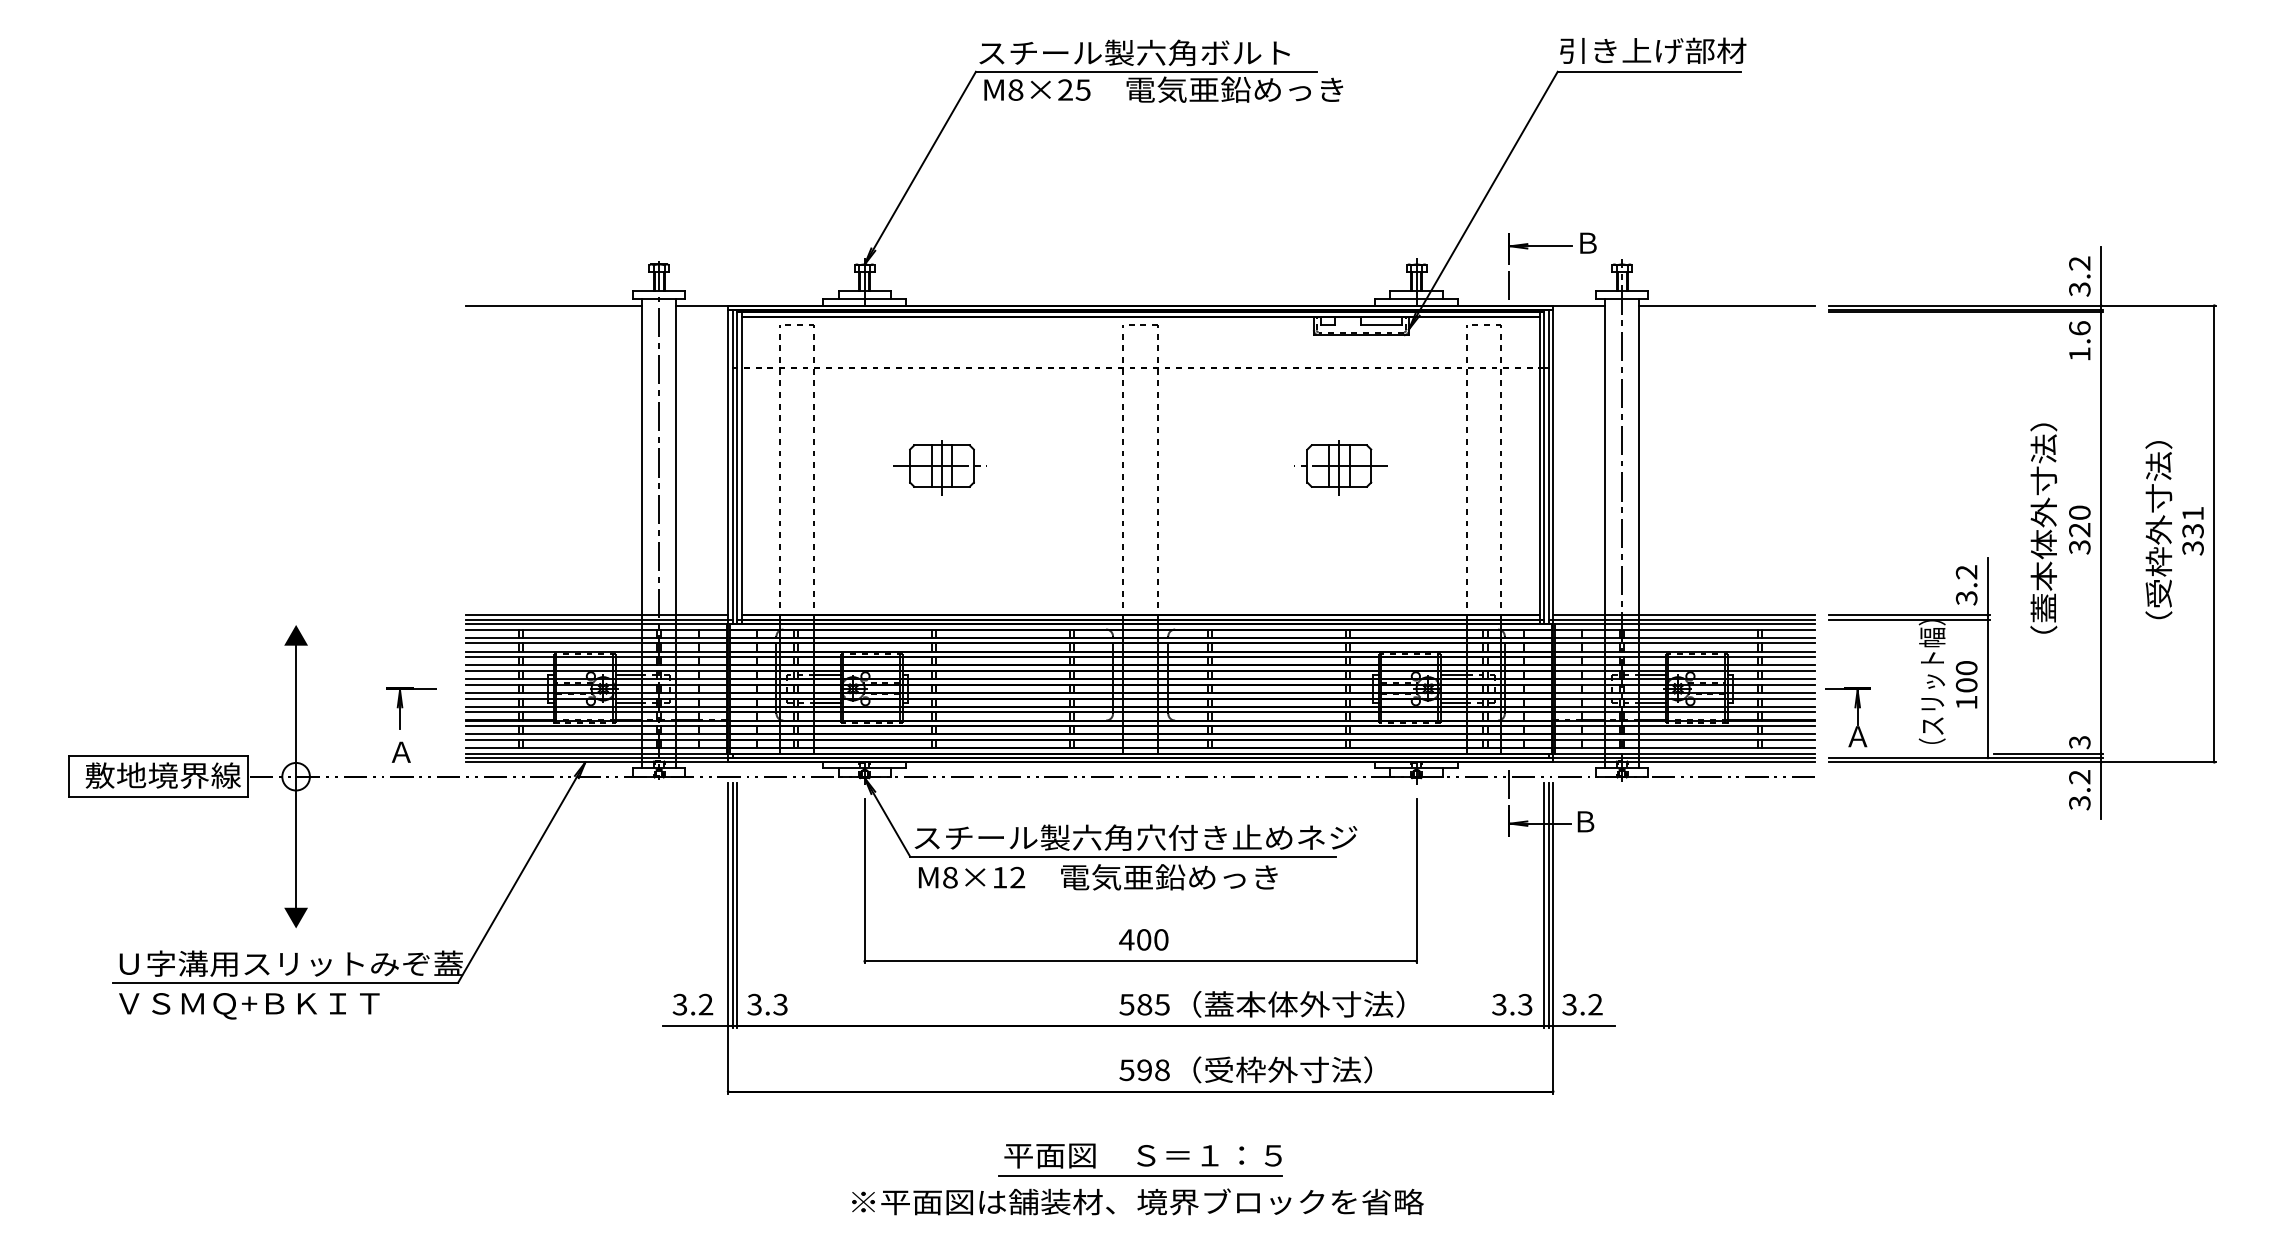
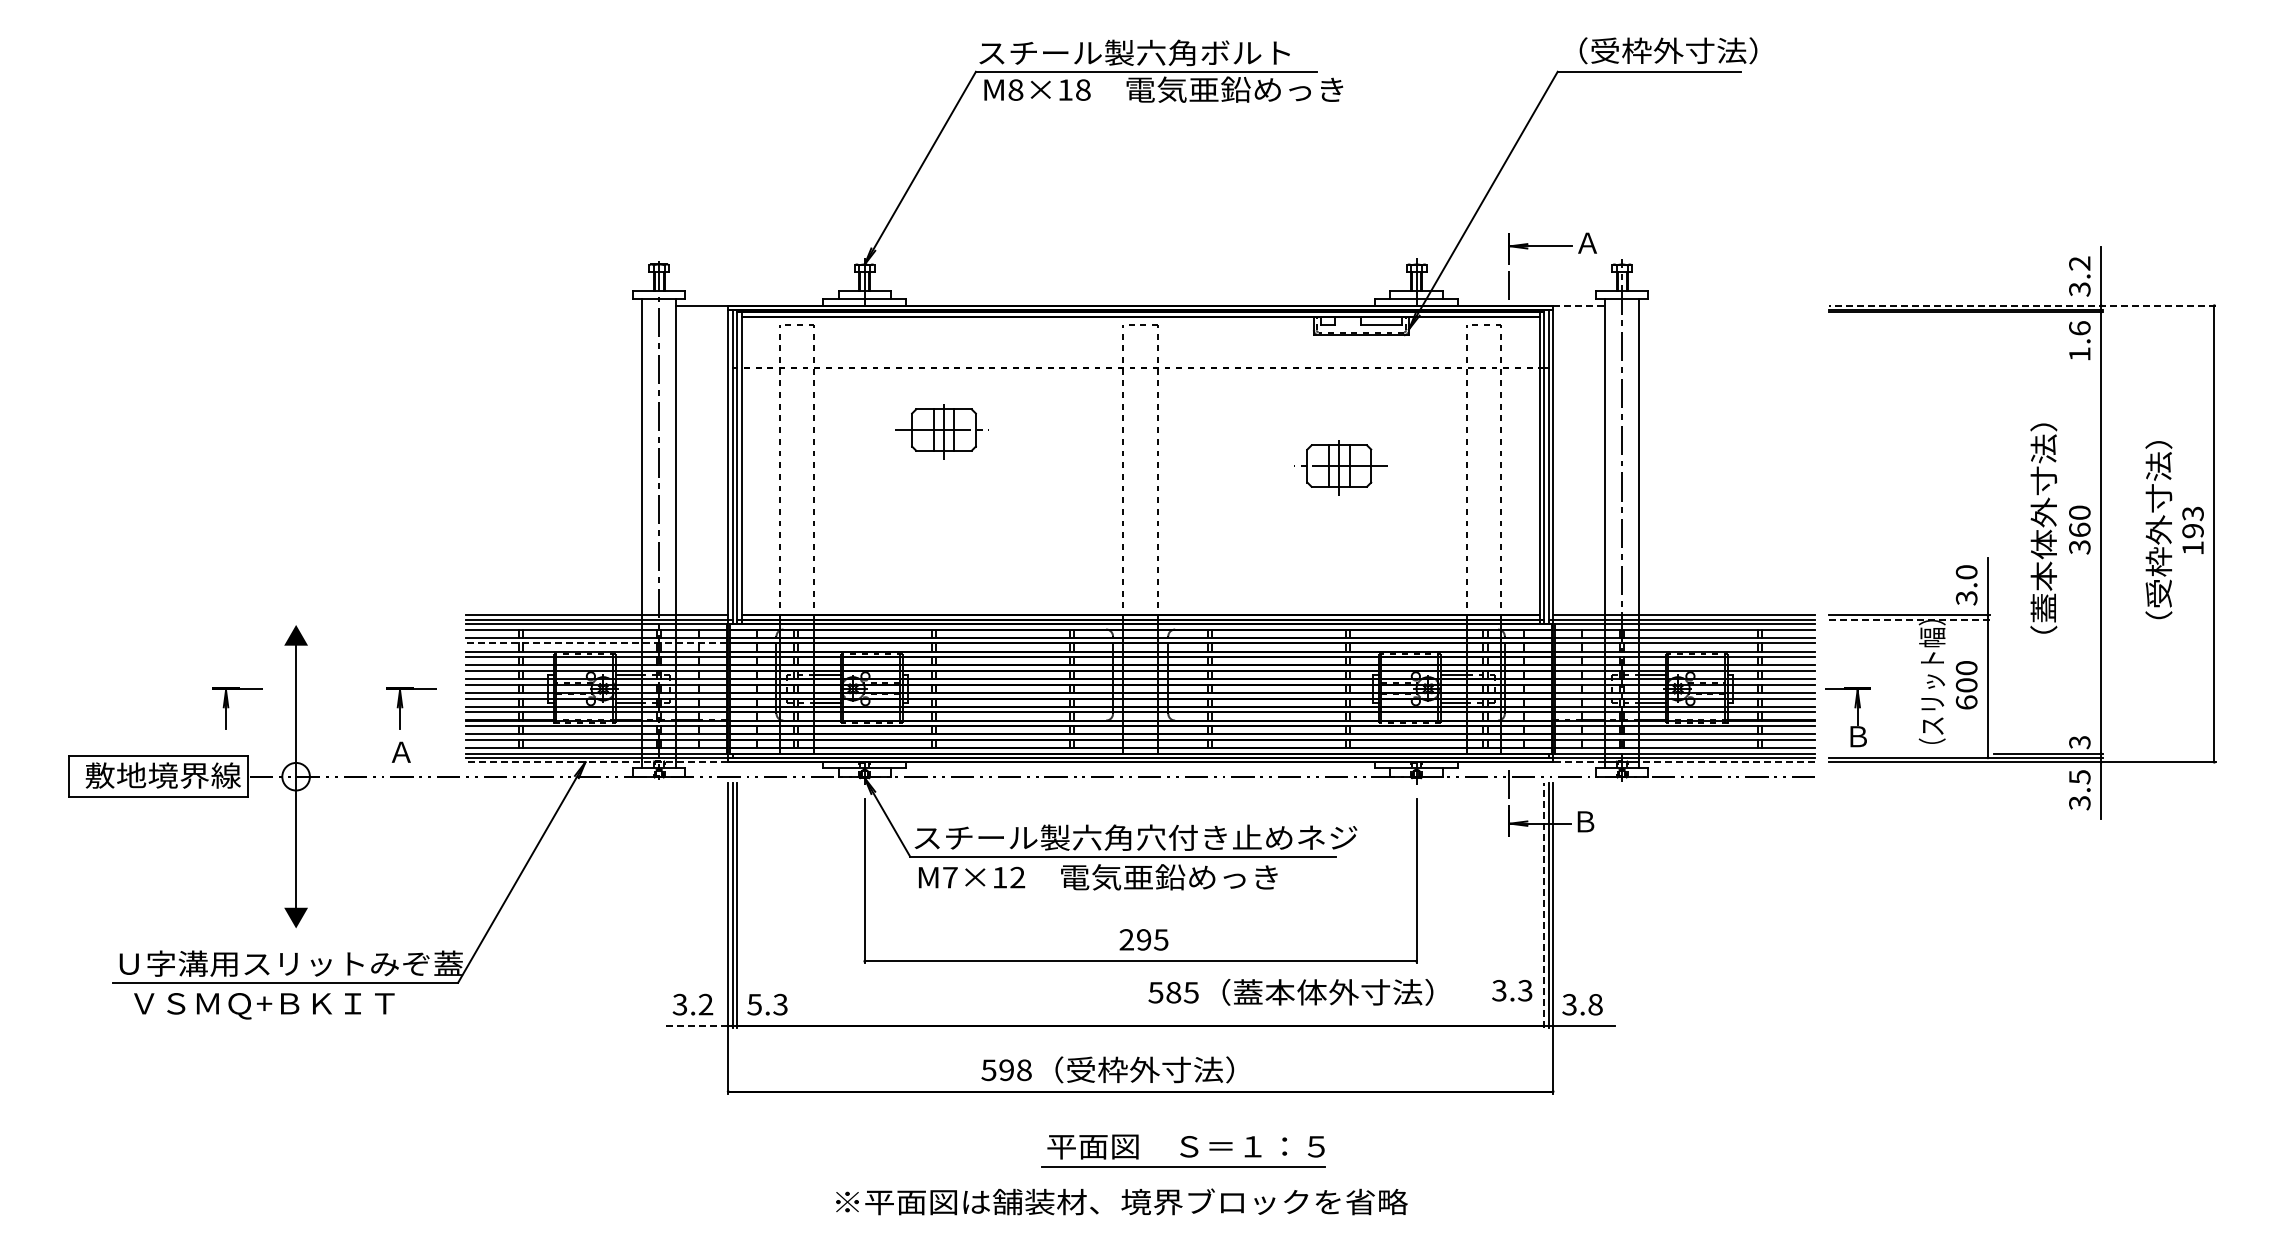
text at (1658, 50): 引き上げ部材 -> （受枠外寸法）
text at (1074, 89): M8×25 -> M8×18
text at (1587, 242): Ｂ -> Ａ
line at (2022, 305): solid -> dashed
line at (553, 306): present -> none
line at (1579, 306): solid -> dashed
line at (1727, 306): present -> none
part at (939, 467) position: (939, 467) -> (941, 431)
text at (2079, 529): 320 -> 360
text at (2192, 530): 331 -> 193
text at (1966, 572): 3.2 -> 3.0
line at (1909, 619): solid -> dashed
line at (595, 643): solid -> dashed
text at (1966, 702): 100 -> 600
part at (229, 707): none -> present
text at (1857, 736): Ａ -> Ｂ
line at (596, 762): solid -> dashed
line at (1579, 762): solid -> dashed
line at (1727, 762): solid -> dashed
text at (2079, 777): 3.2 -> 3.5
text at (950, 877): M8×12 -> M7×12
line at (1544, 905): solid -> dashed
text at (1143, 939): 400 -> 295
text at (754, 1003): 3.3 -> 5.3
text at (1261, 1004) position: (1261, 1004) -> (1290, 992)
text at (1512, 1004) position: (1512, 1004) -> (1512, 990)
text at (1595, 1004): 3.2 -> 3.8
text at (249, 1006) position: (249, 1006) -> (264, 1006)
line at (695, 1026): solid -> dashed
text at (1245, 1069) position: (1245, 1069) -> (1107, 1069)
part at (1140, 1159) position: (1140, 1159) -> (1183, 1150)
text at (1137, 1201) position: (1137, 1201) -> (1121, 1201)
